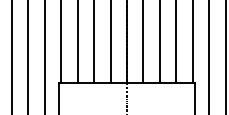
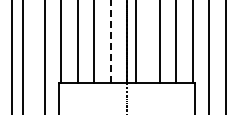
line at (110, 41): solid -> dashed
line at (143, 42) position: (143, 42) -> (136, 42)
line at (28, 56) position: (28, 56) -> (23, 56)
